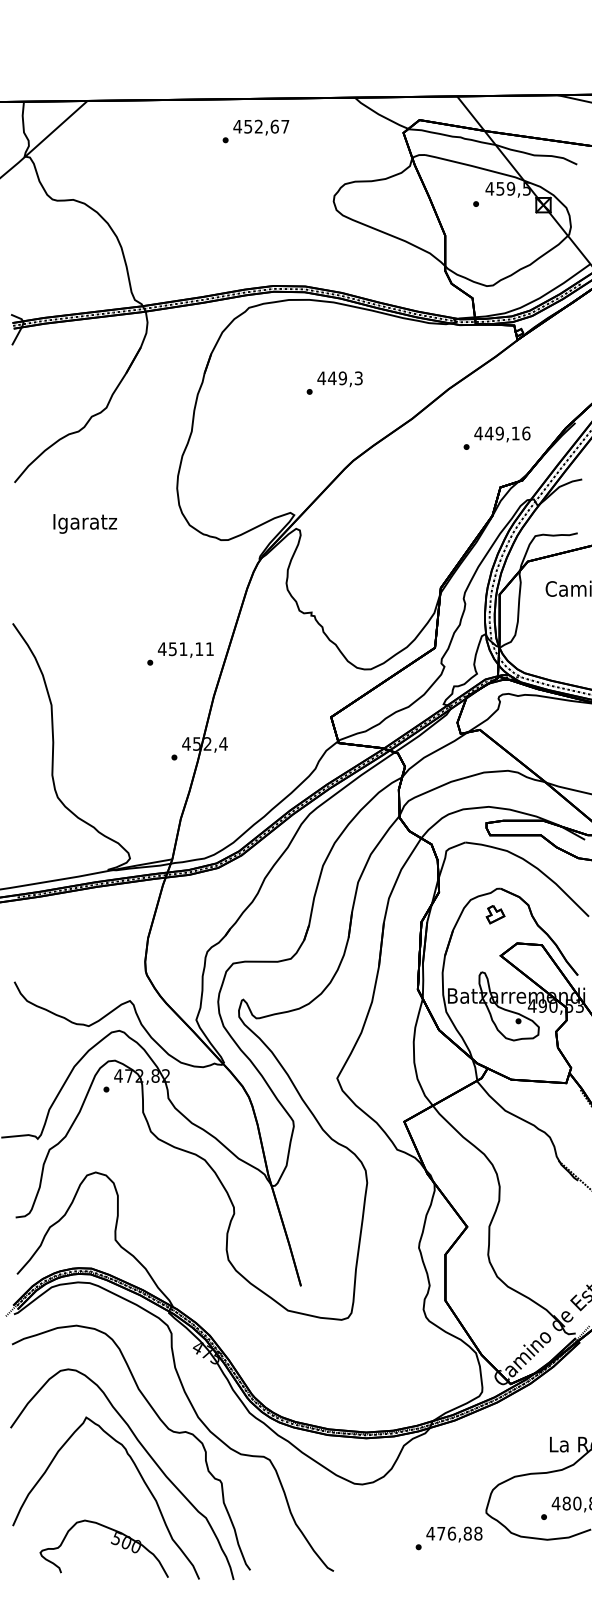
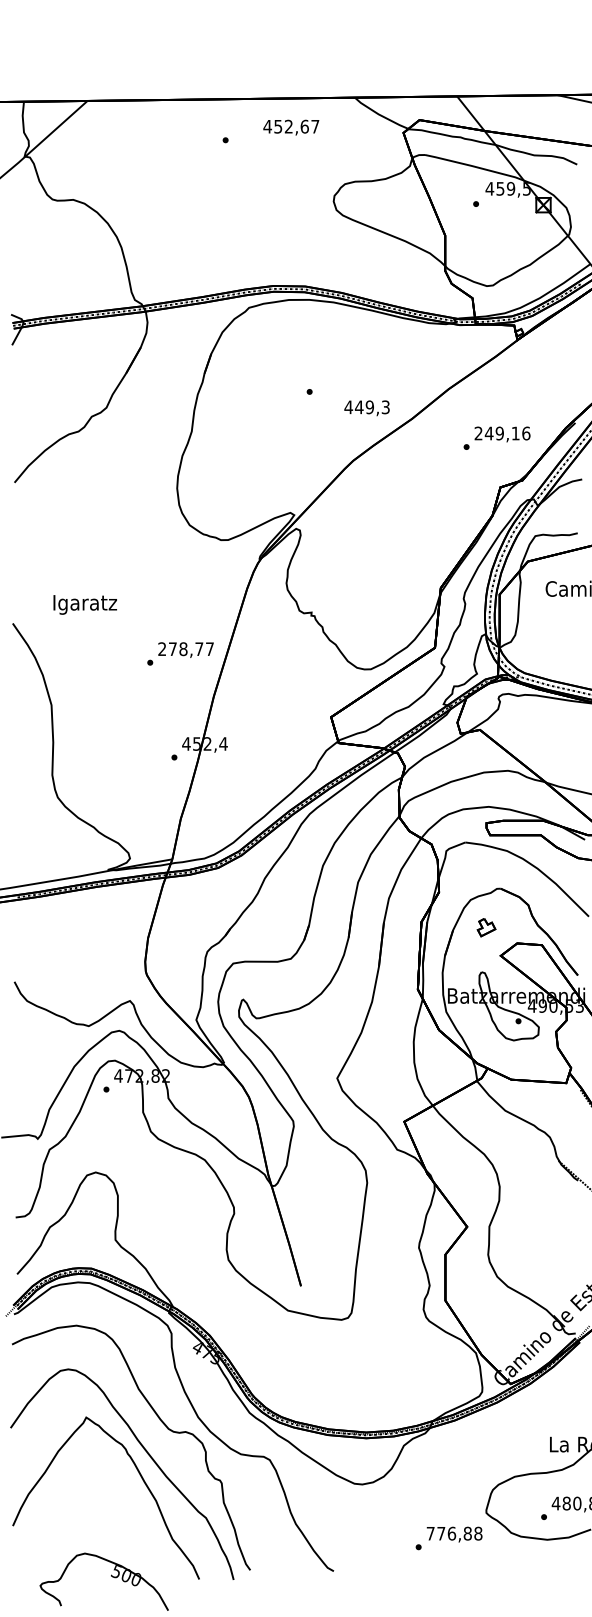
text at (261, 127) position: (261, 127) -> (291, 127)
text at (339, 379) position: (339, 379) -> (366, 408)
text at (478, 433): 449,16 -> 249,16
text at (84, 523) position: (84, 523) -> (84, 604)
text at (185, 649): 451,11 -> 278,77
part at (495, 914) position: (495, 914) -> (486, 927)
text at (430, 1533): 476,88 -> 776,88
part at (111, 1543) position: (111, 1543) -> (111, 1576)
